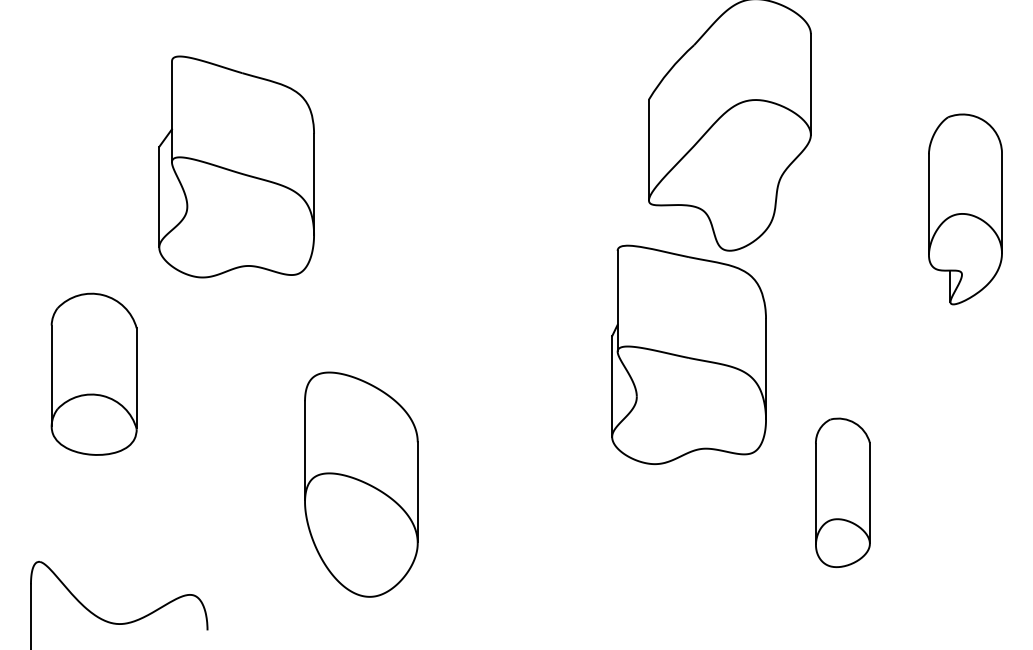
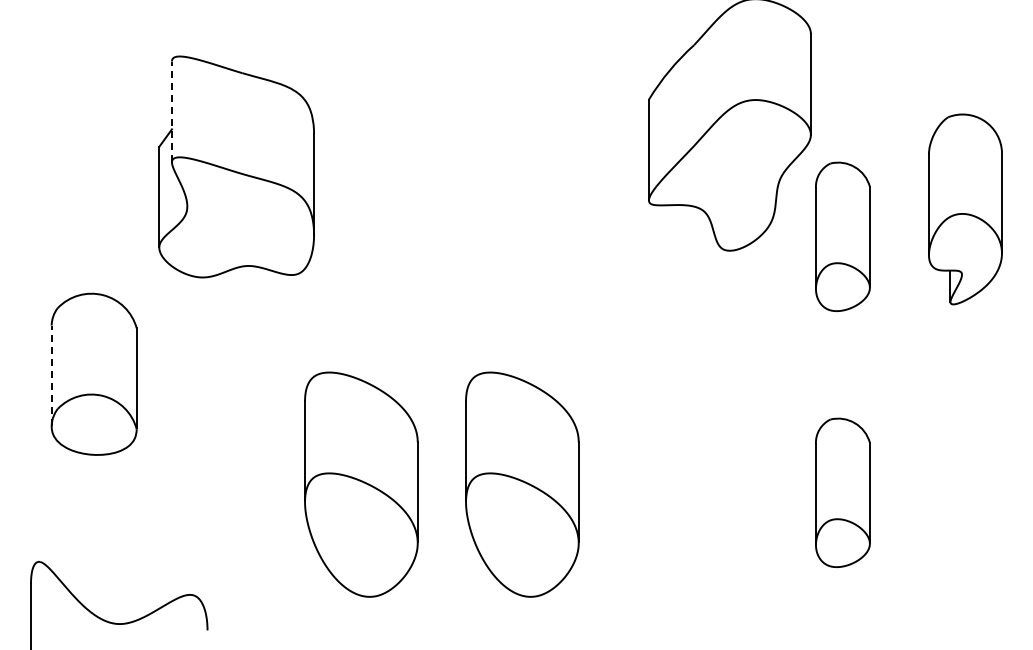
line at (171, 111): solid -> dashed
part at (842, 236): none -> present
part at (688, 354): present -> none
line at (51, 375): solid -> dashed
part at (522, 484): none -> present
